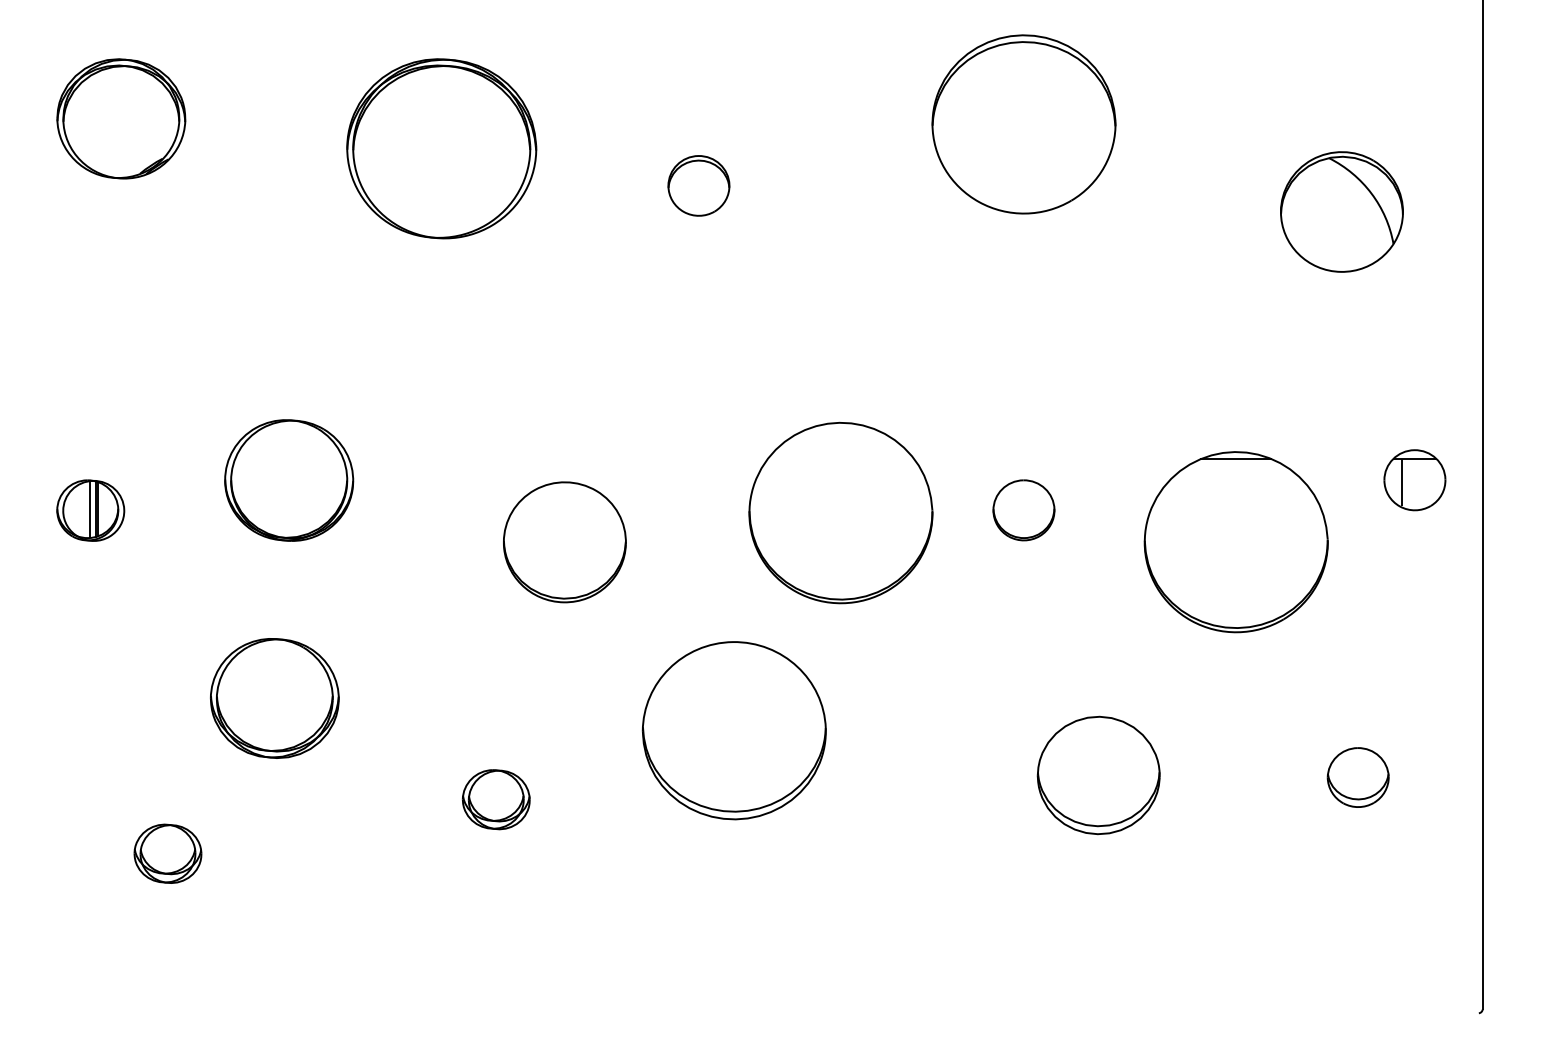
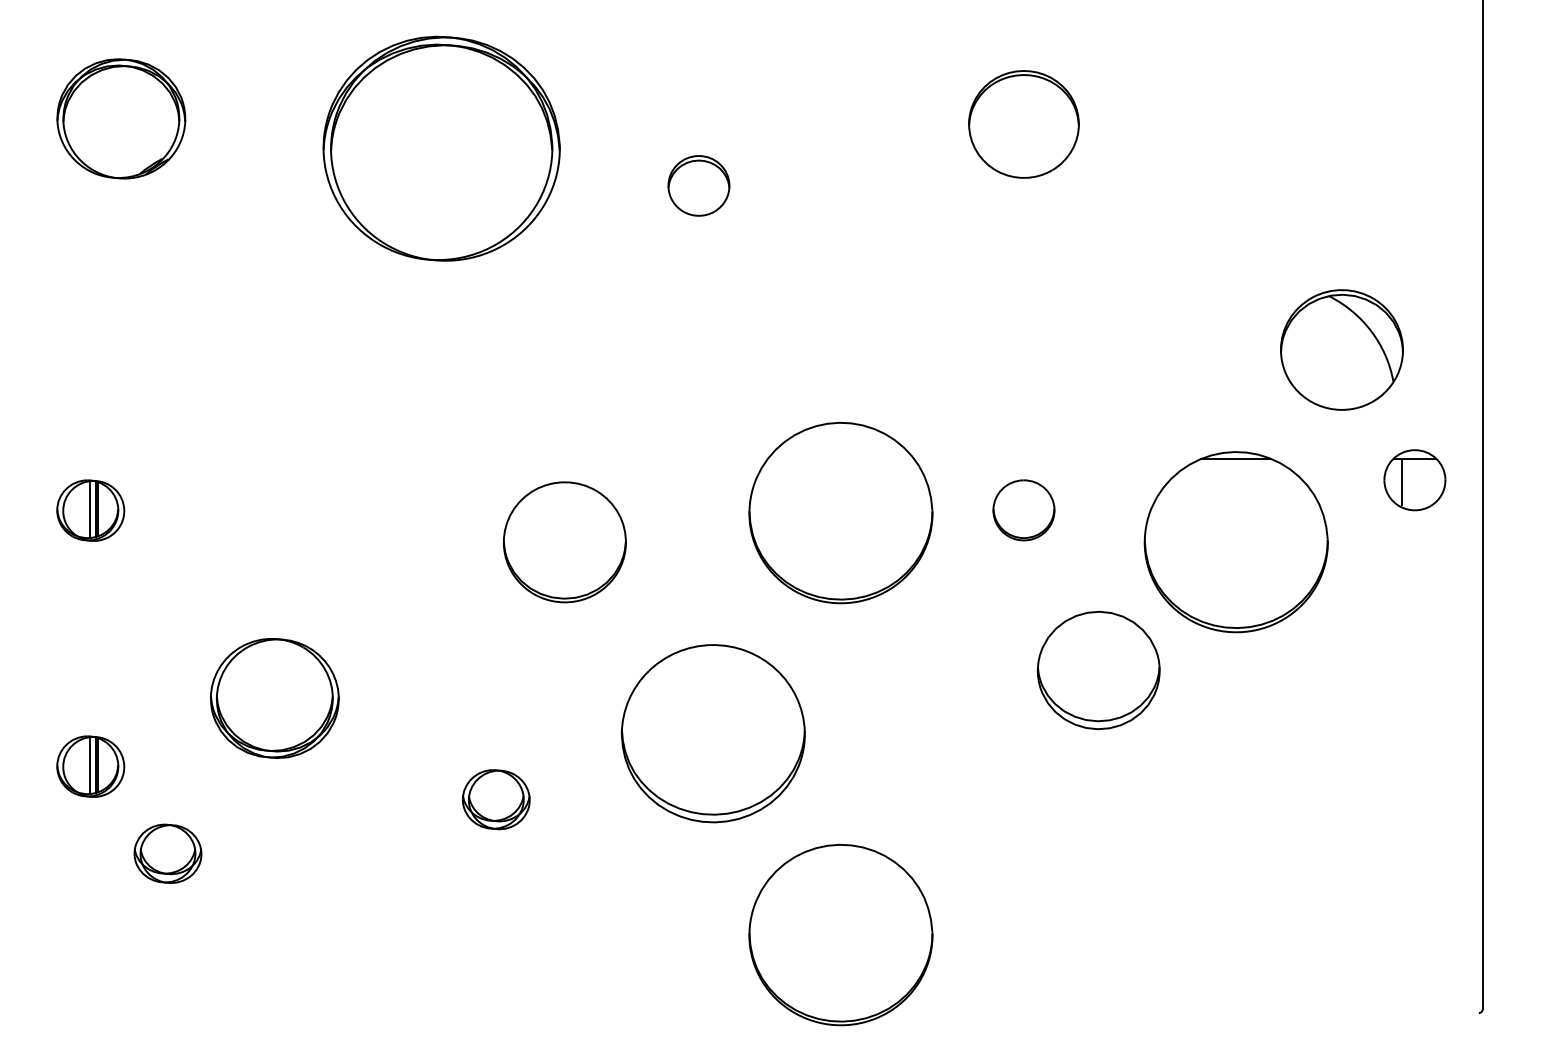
part at (1023, 124) size: 186x181 px -> 112x109 px
part at (441, 148) size: 192x182 px -> 239x227 px
part at (1341, 211) position: (1341, 211) -> (1341, 349)
part at (289, 480): present -> none
part at (733, 730) position: (733, 730) -> (712, 733)
part at (90, 766): none -> present
part at (1098, 775) position: (1098, 775) -> (1098, 670)
part at (1357, 777): present -> none
part at (840, 934): none -> present
